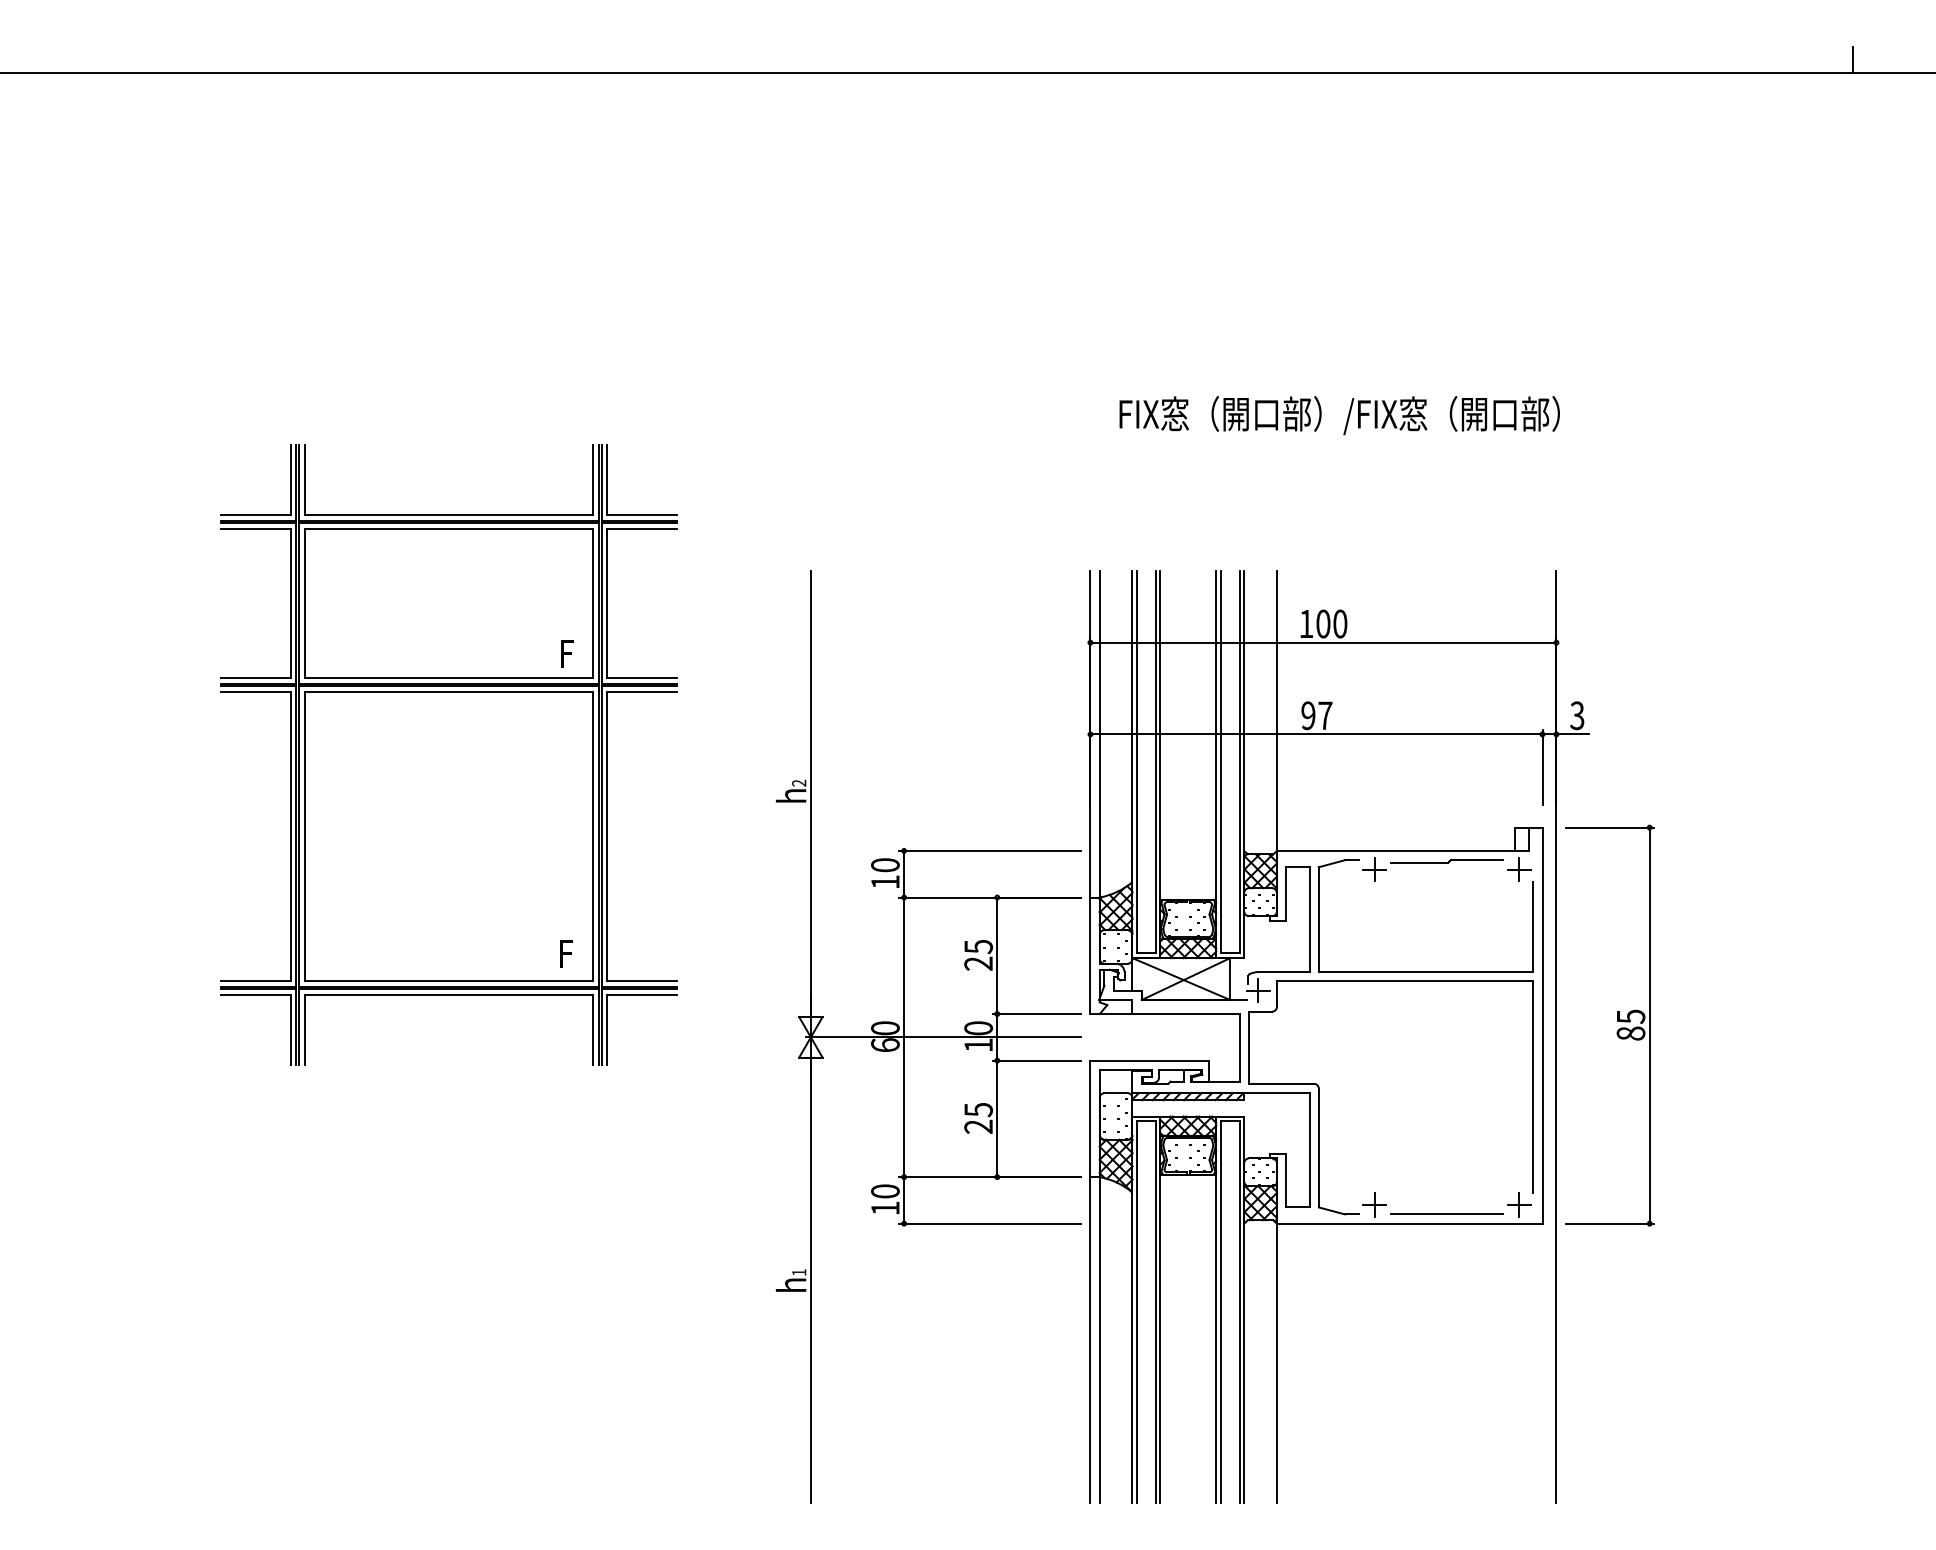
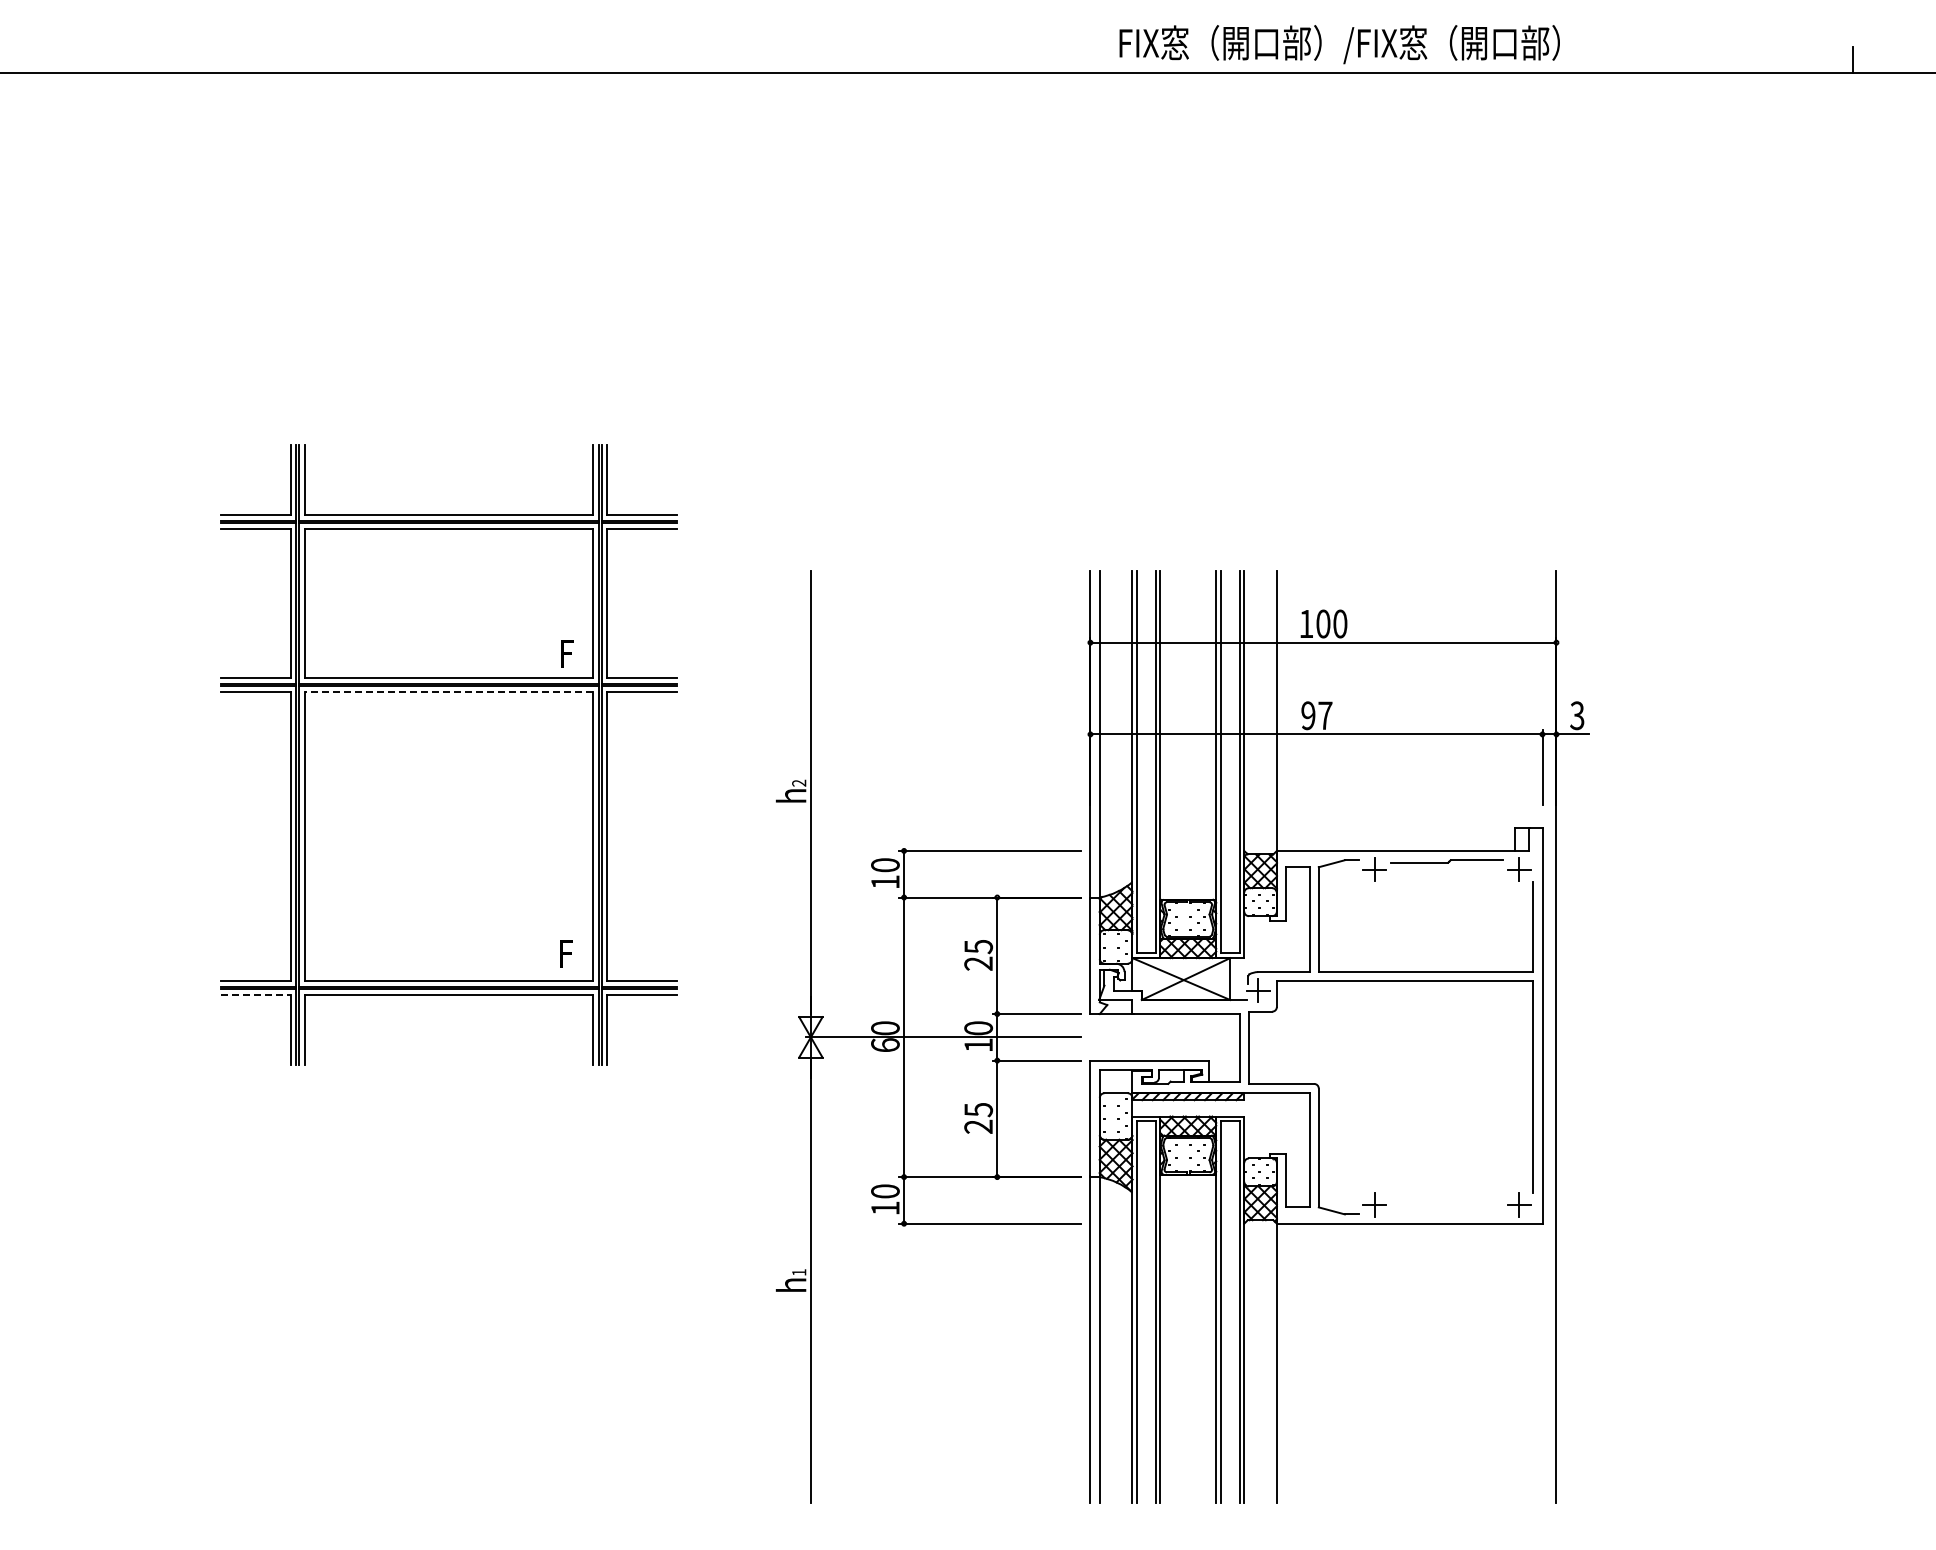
text at (1339, 415) position: (1339, 415) -> (1339, 44)
line at (448, 692): solid -> dashed
line at (255, 995): solid -> dashed
part at (1617, 1021): present -> none
line at (1446, 1214): present -> none
